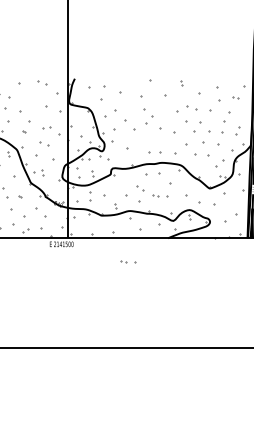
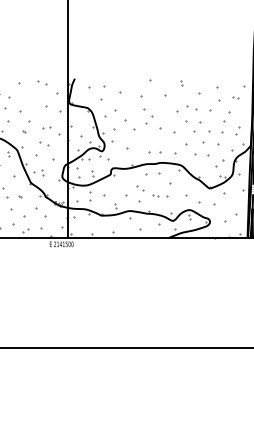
part at (128, 261): present -> none
